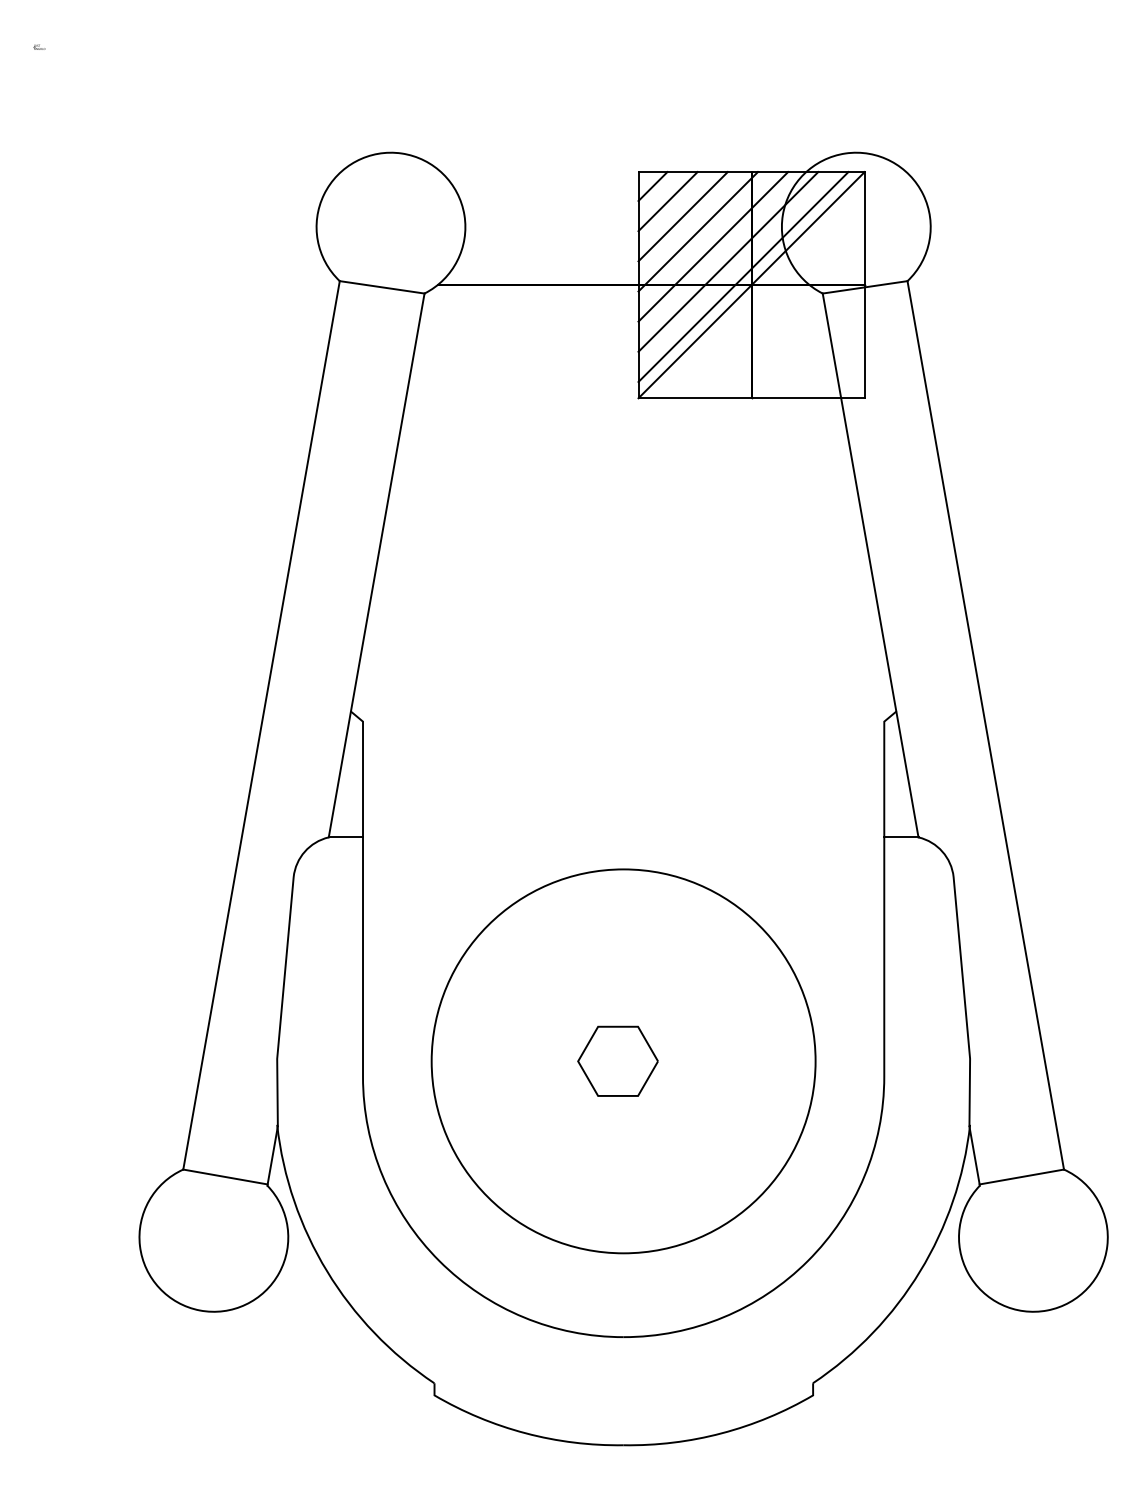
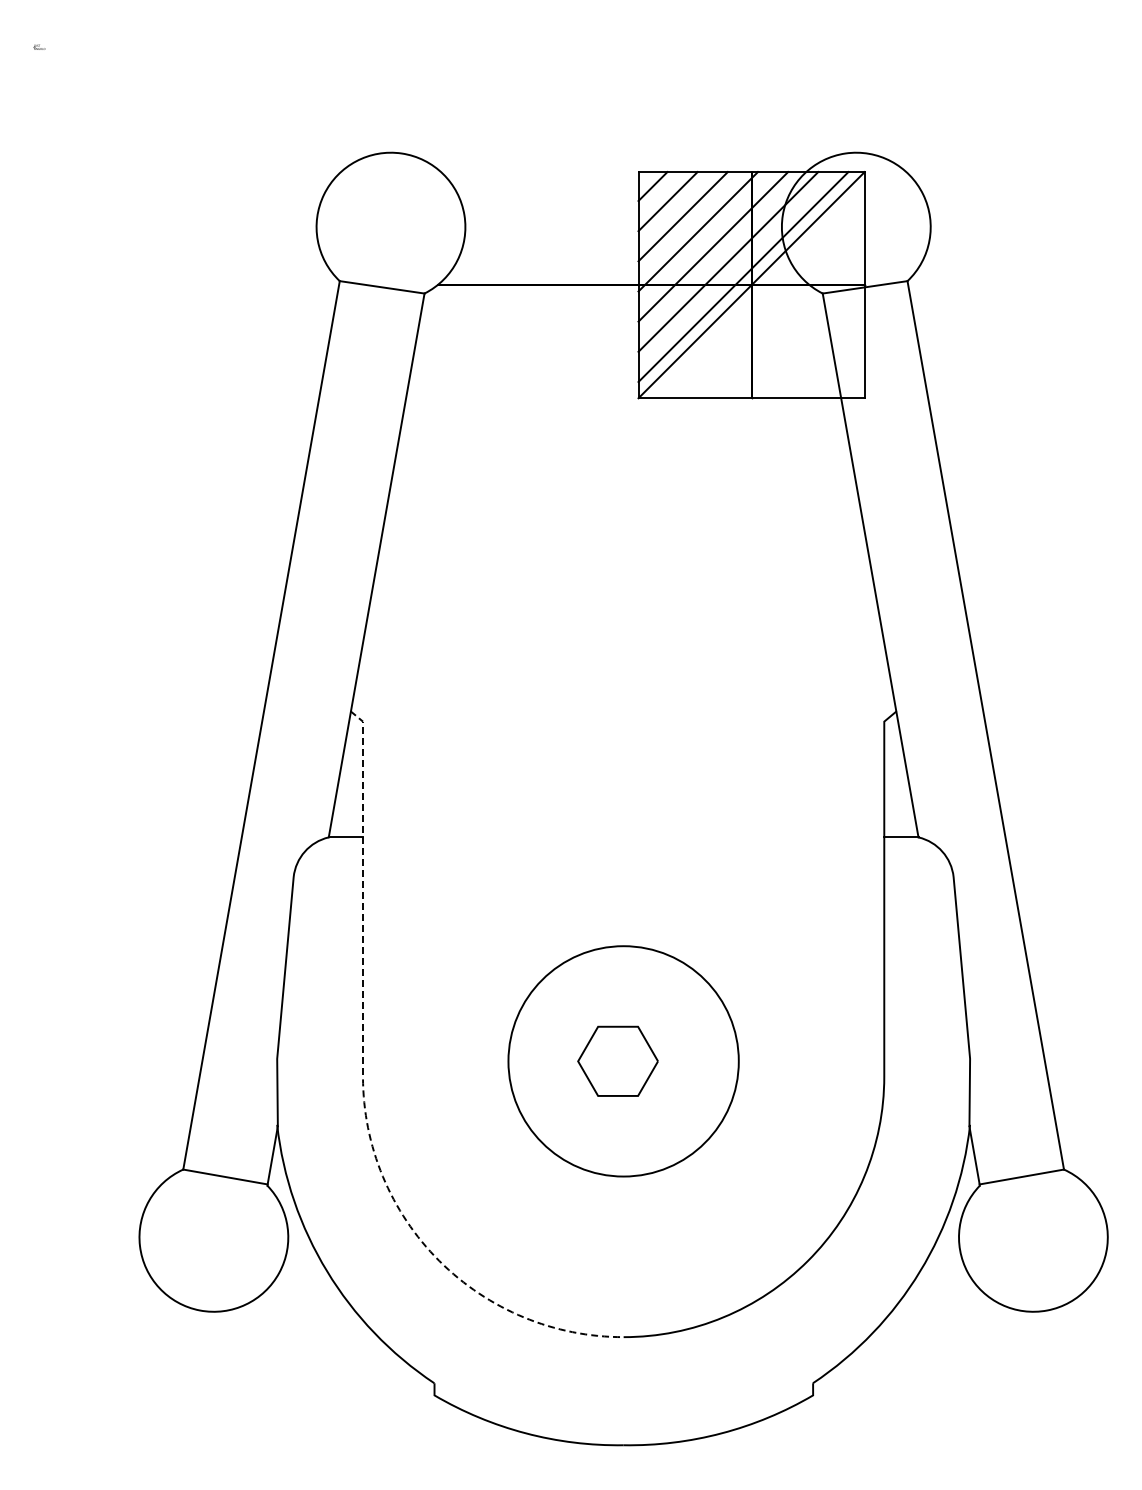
circle at (623, 1061) diameter: 384 px -> 230 px
line at (365, 1110): solid -> dashed
